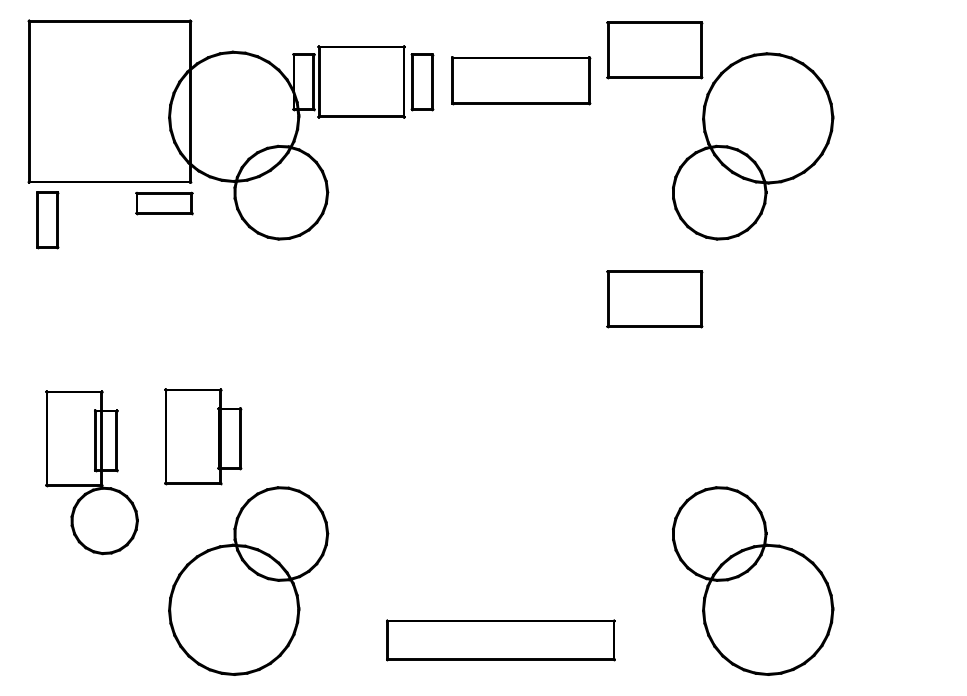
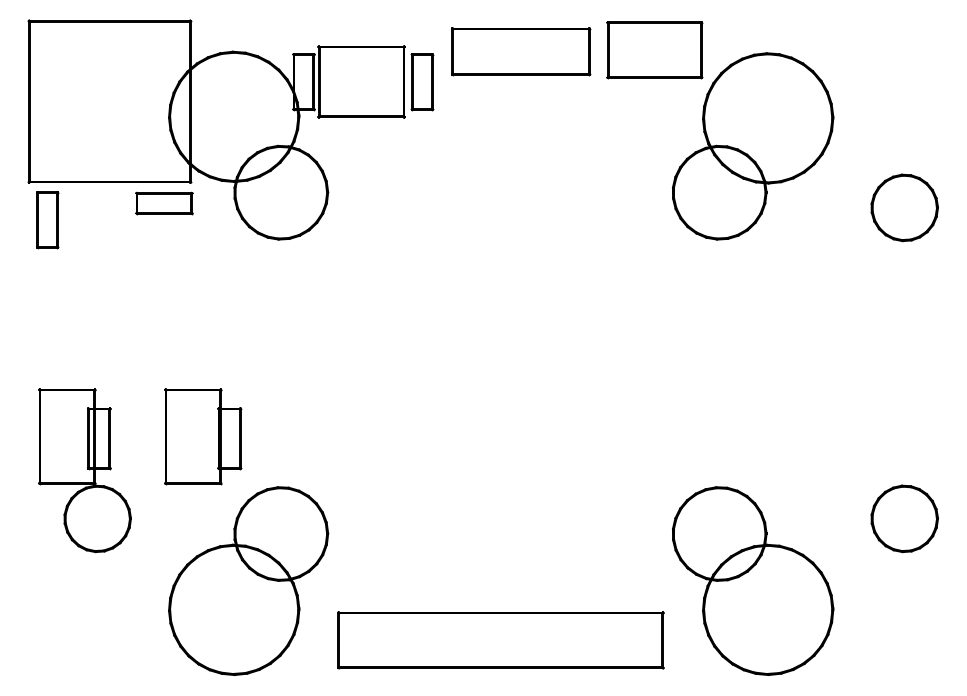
part at (521, 80) position: (521, 80) -> (521, 51)
part at (904, 207): none -> present
part at (654, 299): present -> none
part at (91, 472) position: (91, 472) -> (84, 470)
part at (904, 518): none -> present
part at (500, 640) size: 230x43 px -> 328x59 px
